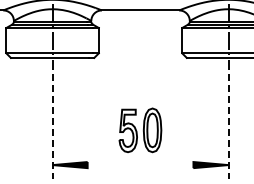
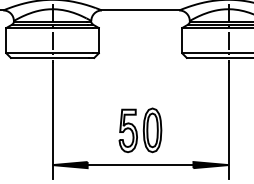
line at (52, 121): dashed -> solid
line at (228, 121): dashed -> solid
line at (140, 165): none -> present
